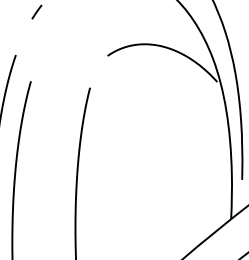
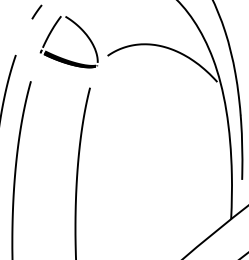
part at (62, 57): none -> present
